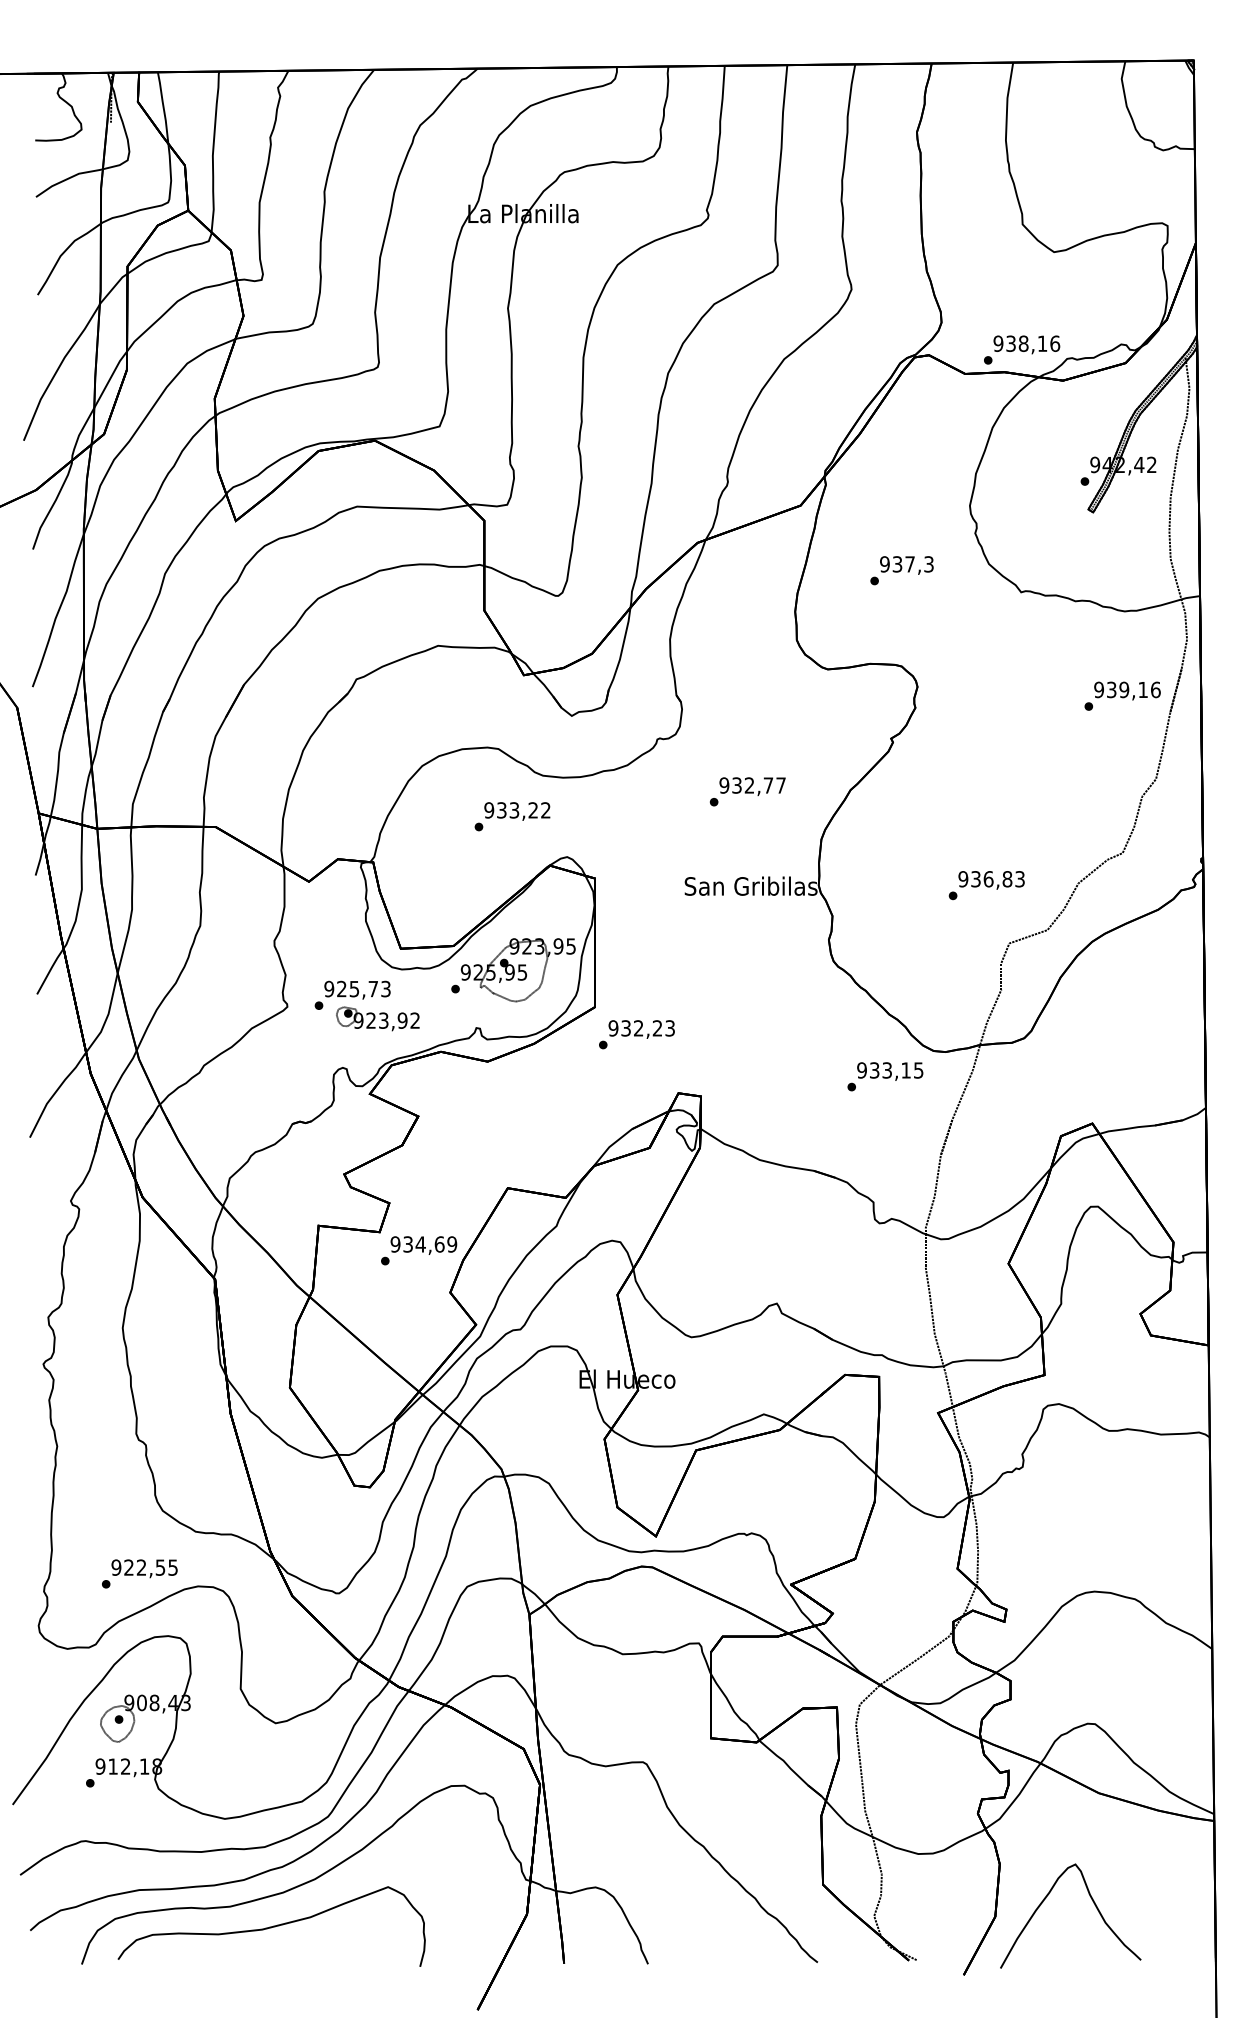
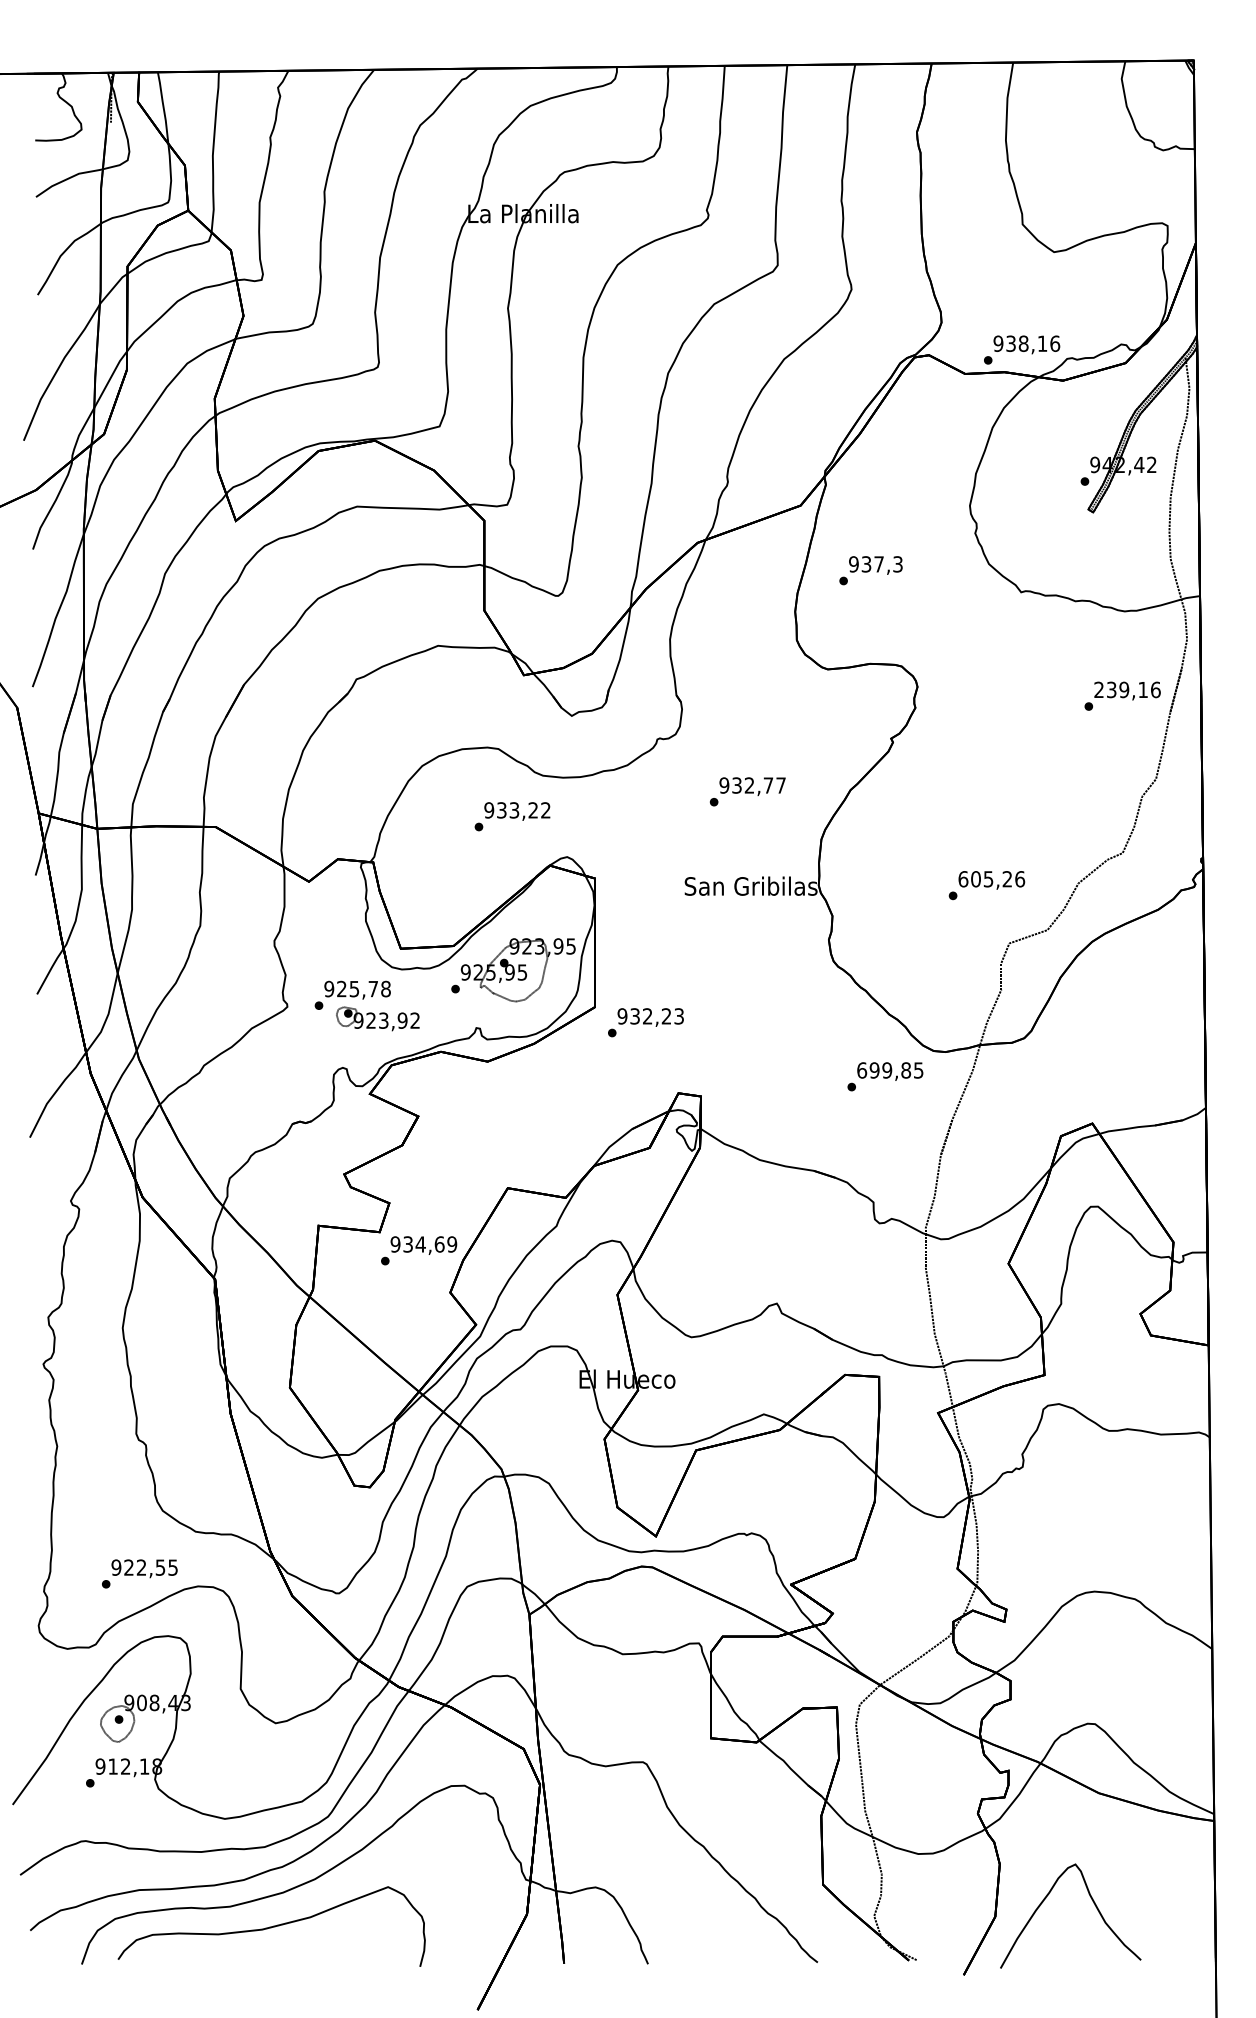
text at (901, 570) position: (901, 570) -> (870, 570)
text at (1098, 689): 939,16 -> 239,16
text at (991, 879): 936,83 -> 605,26
text at (385, 988): 925,73 -> 925,78
text at (636, 1034) position: (636, 1034) -> (645, 1022)
text at (884, 1070): 933,15 -> 699,85
